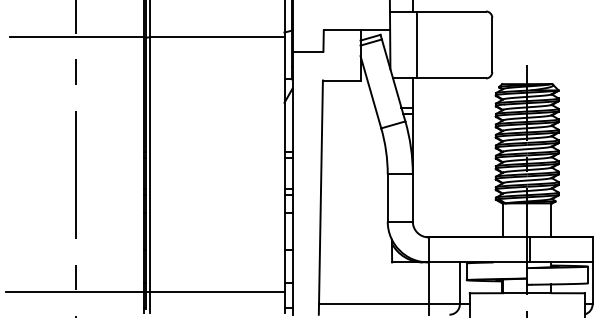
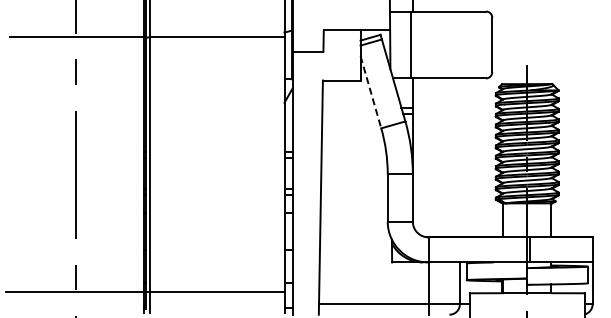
line at (417, 44) position: (417, 44) -> (411, 44)
line at (370, 92): solid -> dashed
